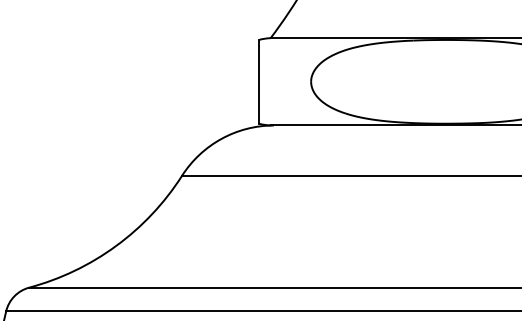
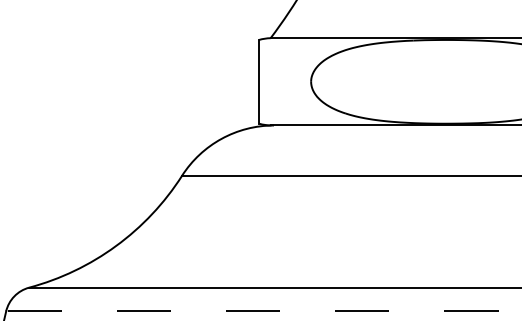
line at (264, 311): solid -> dashed
